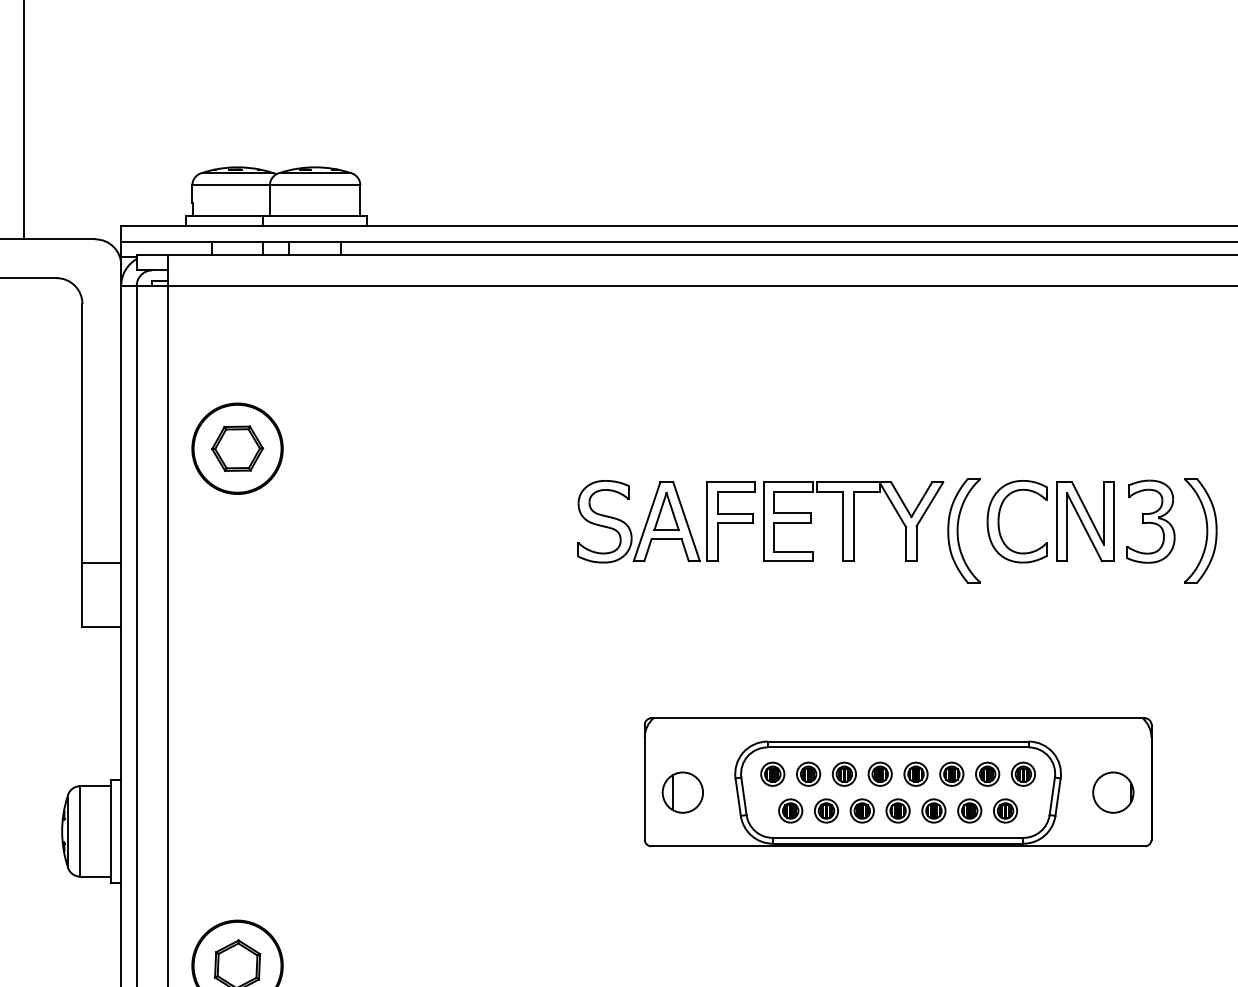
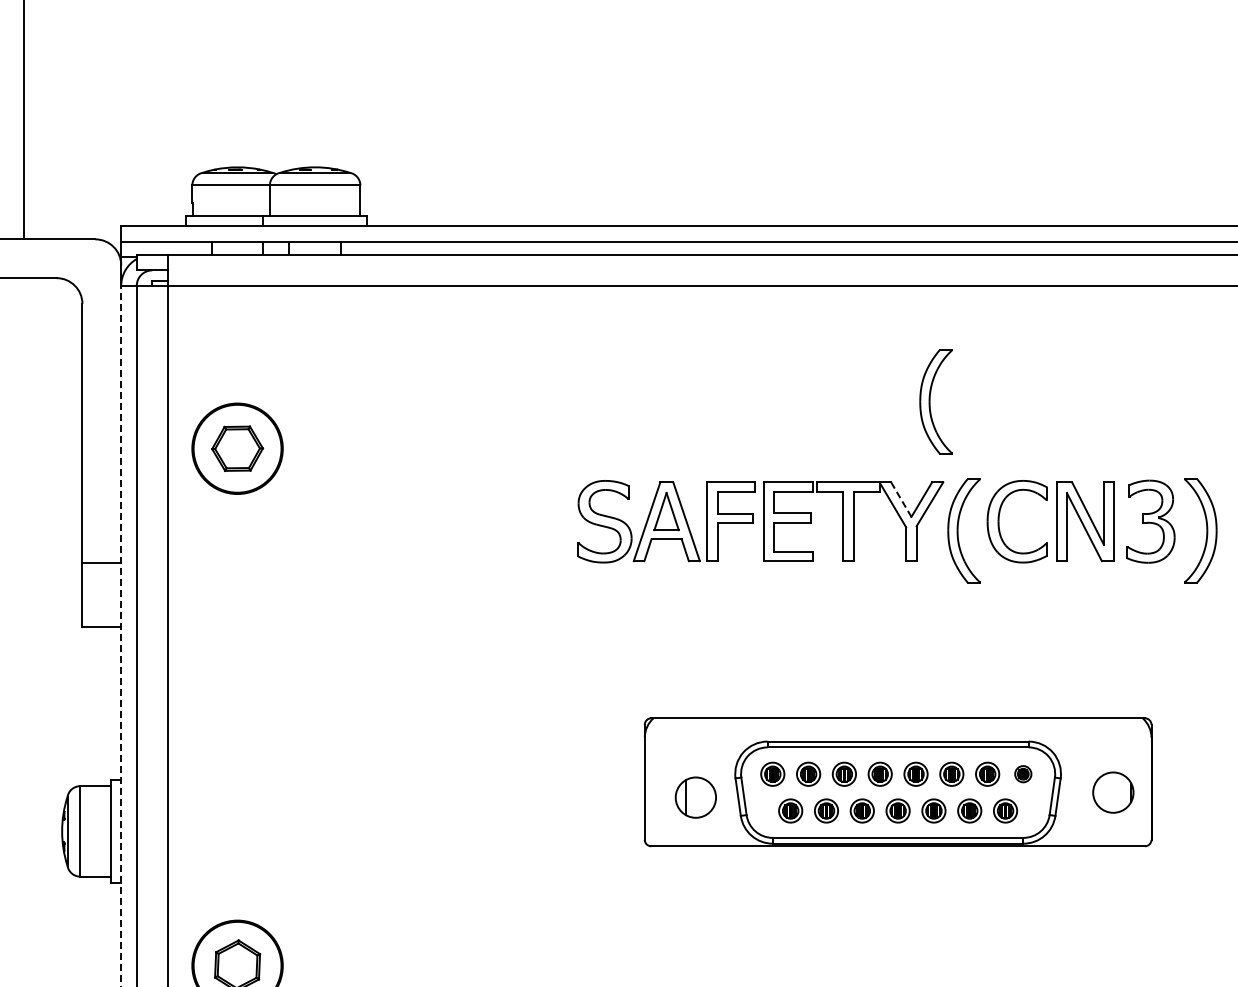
part at (935, 401): none -> present
line at (901, 499): solid -> dashed
line at (121, 635): solid -> dashed
part at (1022, 773) size: 26x26 px -> 19x19 px
part at (682, 792) position: (682, 792) -> (695, 797)
